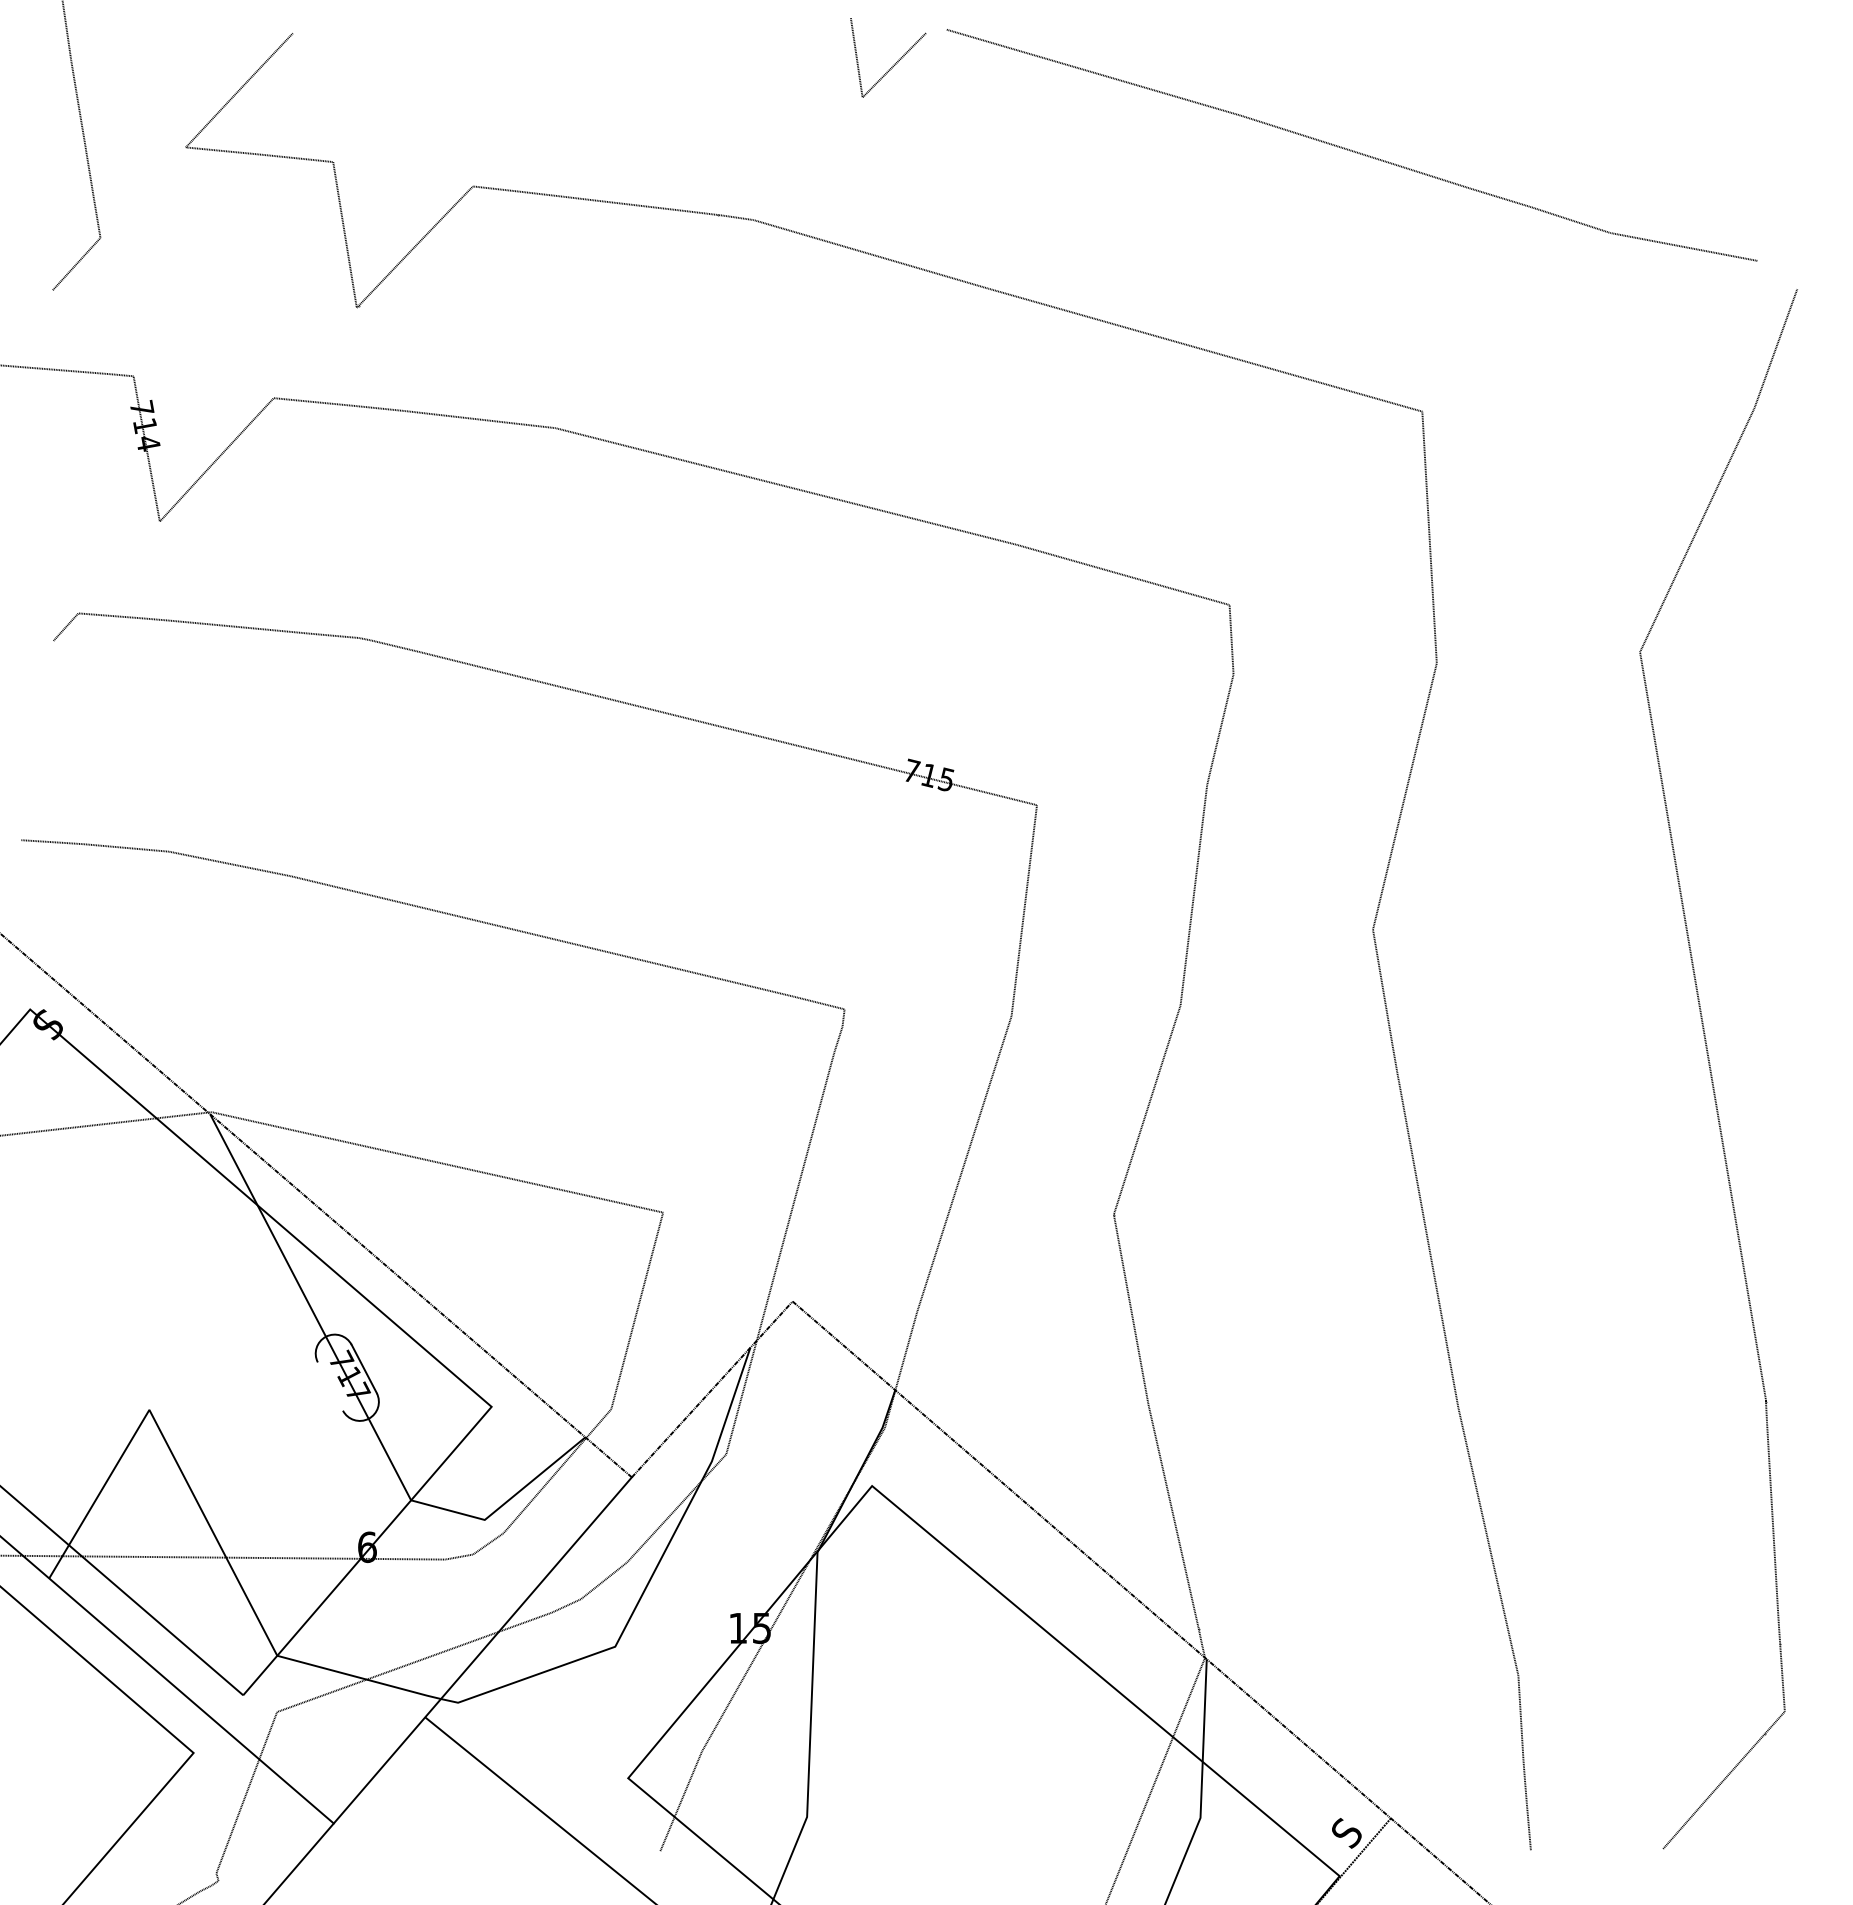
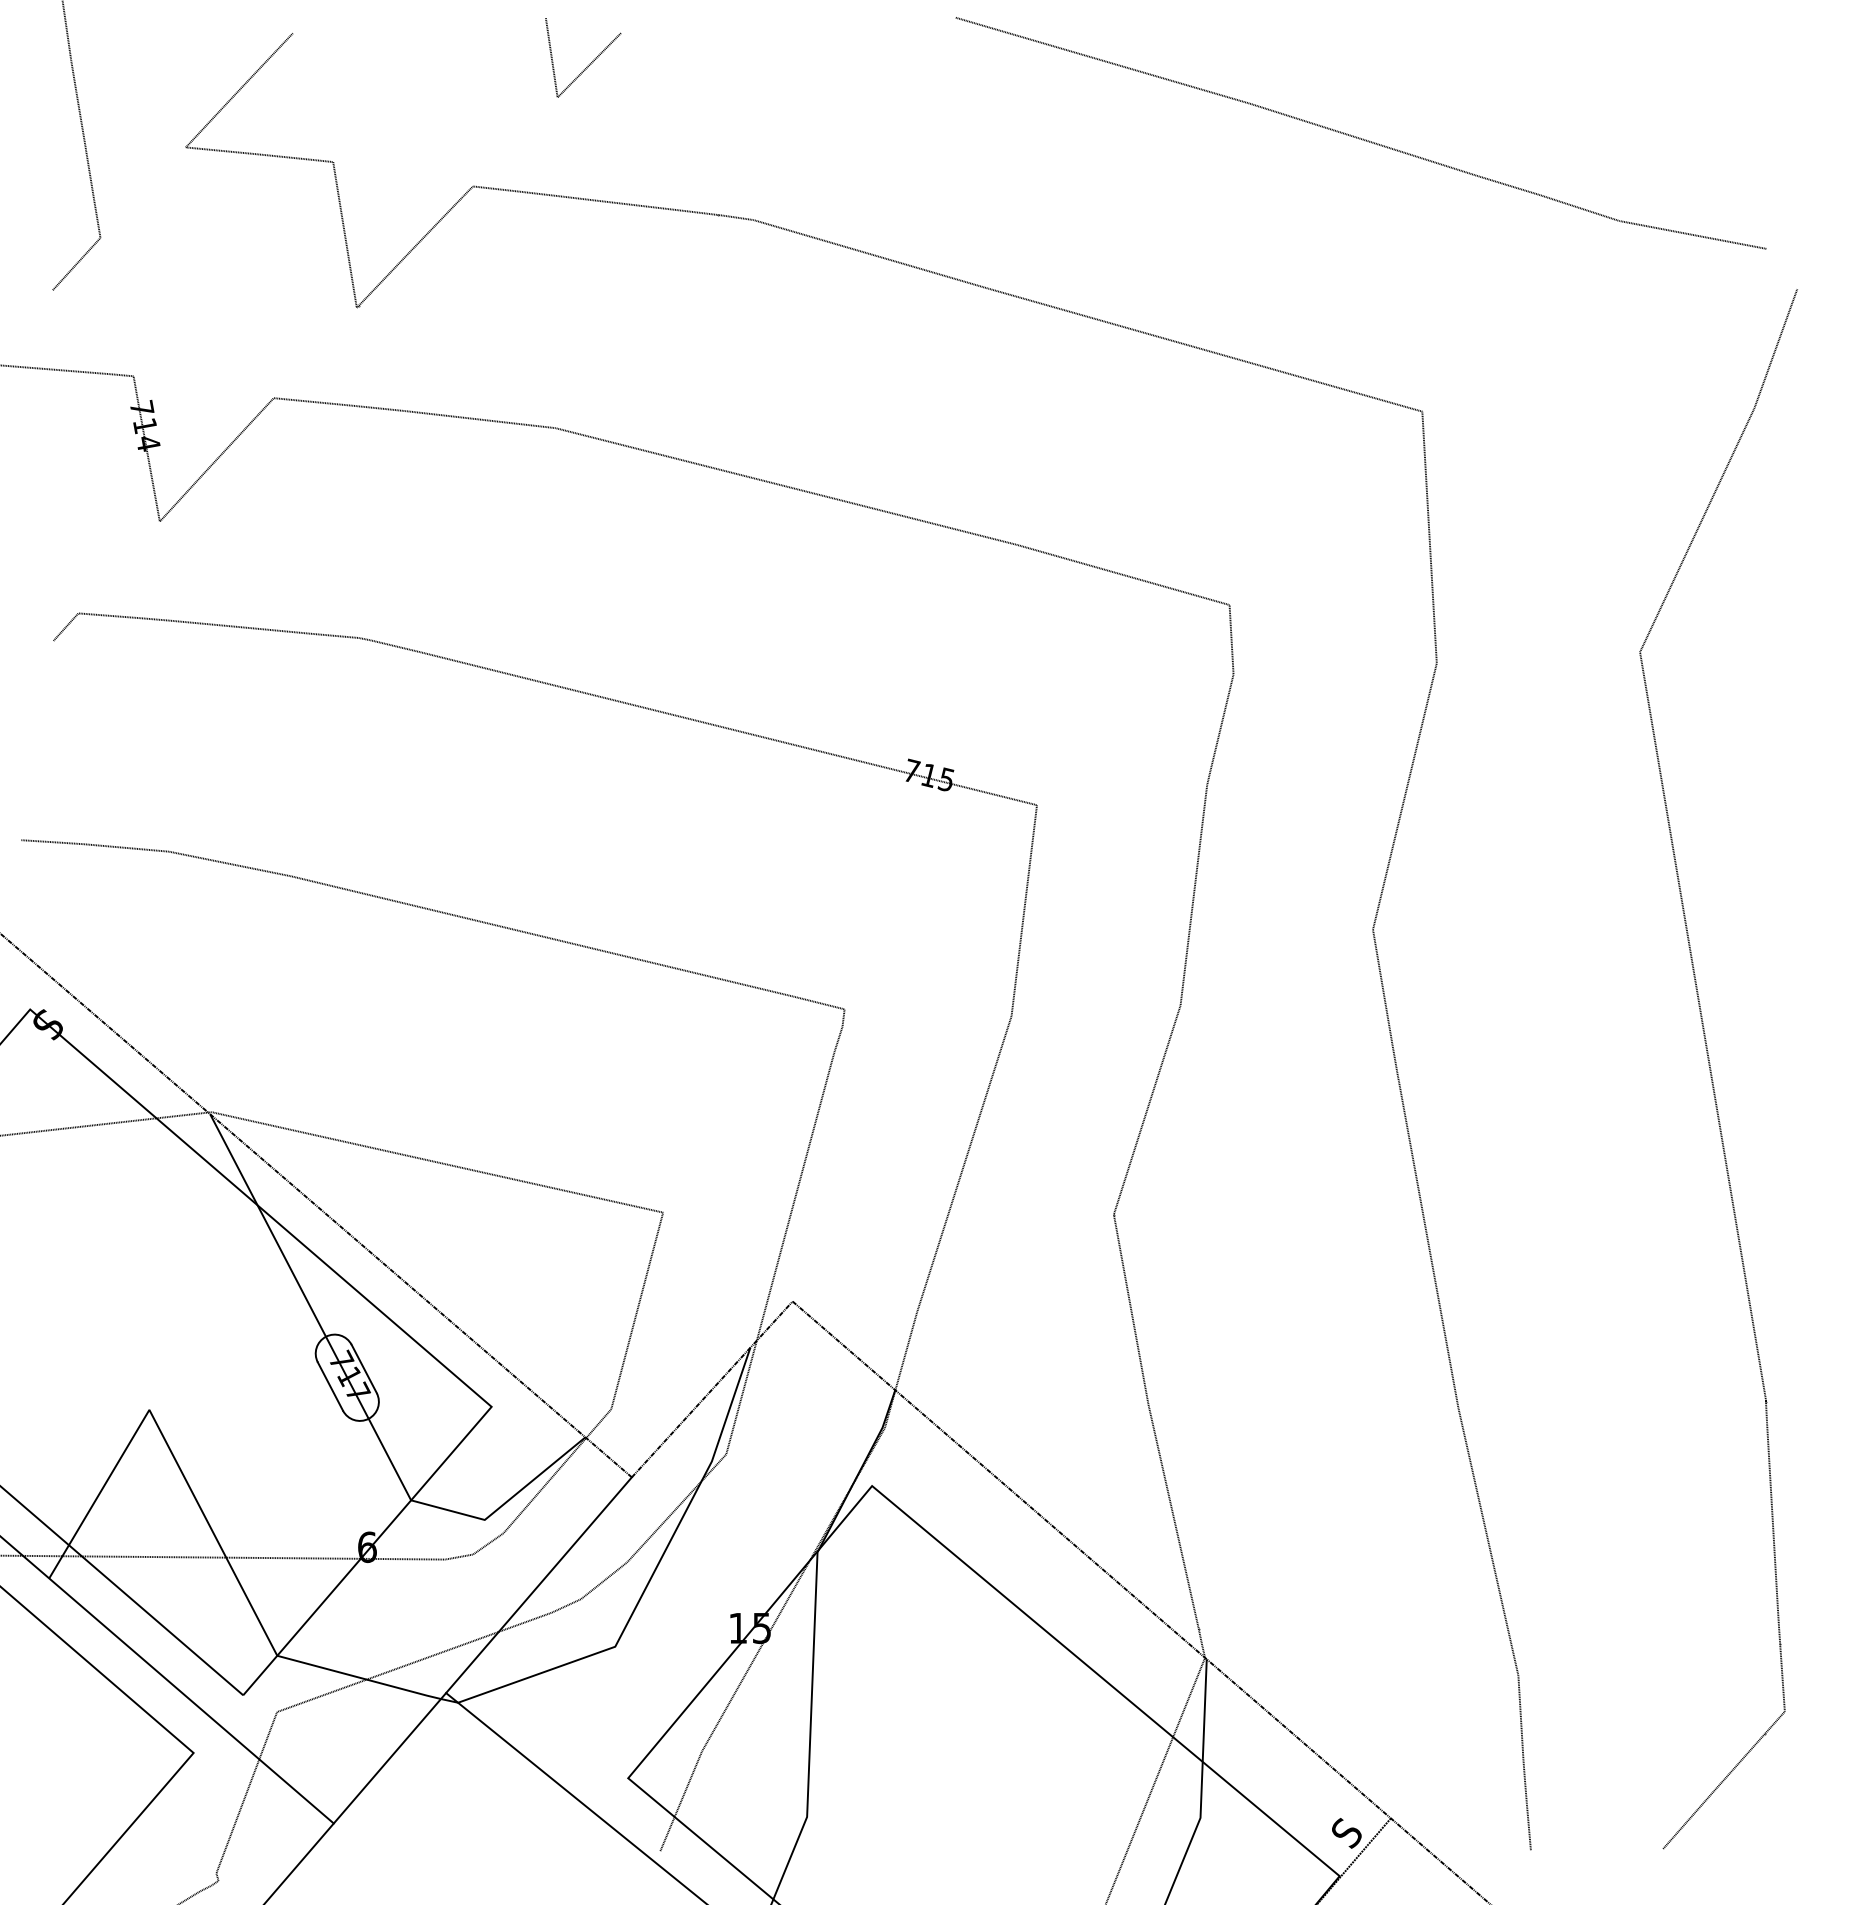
curve at (894, 63) position: (894, 63) -> (589, 63)
curve at (1351, 149) position: (1351, 149) -> (1360, 137)
line at (329, 1386): none -> present
line at (539, 1809) position: (539, 1809) -> (574, 1797)
